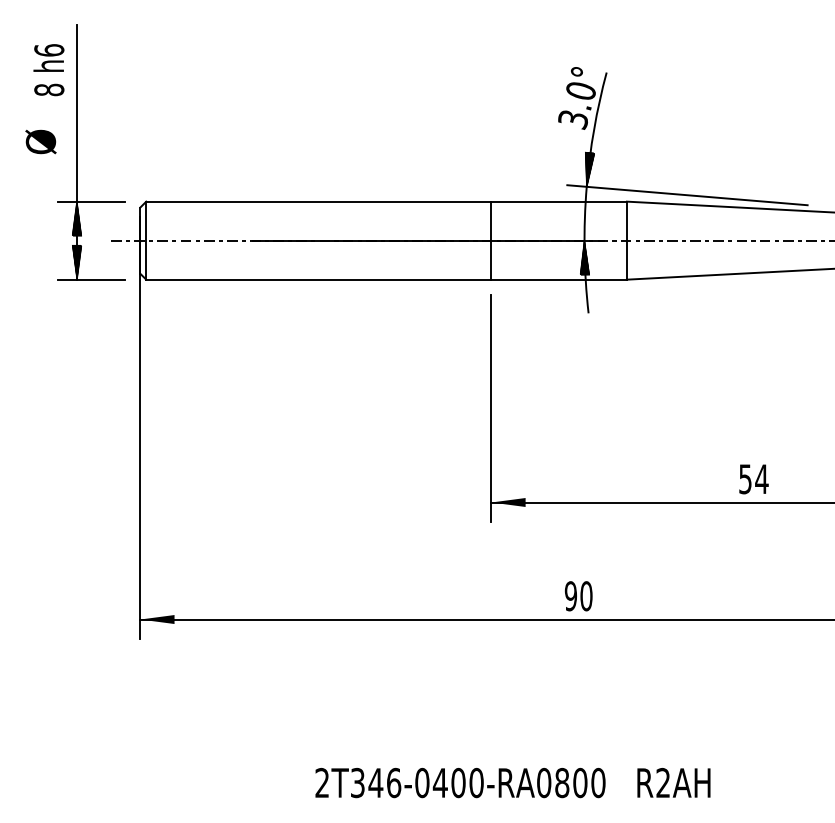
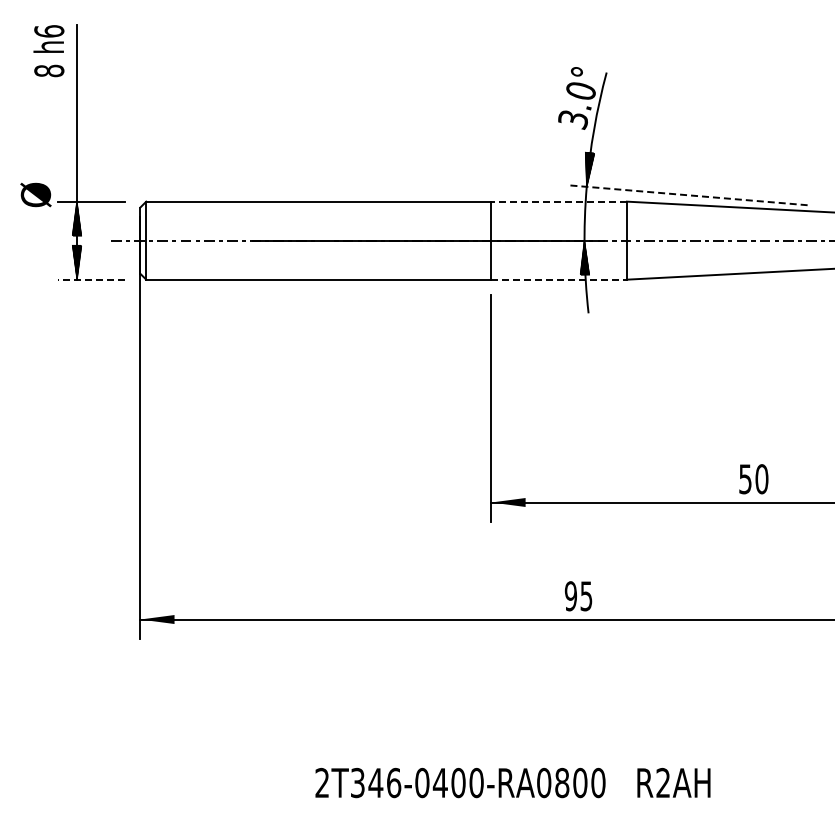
text at (48, 70) position: (48, 70) -> (48, 51)
text at (40, 141) position: (40, 141) -> (35, 194)
line at (687, 195): solid -> dashed
line at (559, 201): solid -> dashed
line at (91, 279): solid -> dashed
line at (559, 279): solid -> dashed
text at (761, 479): 54 -> 50
text at (586, 596): 90 -> 95
